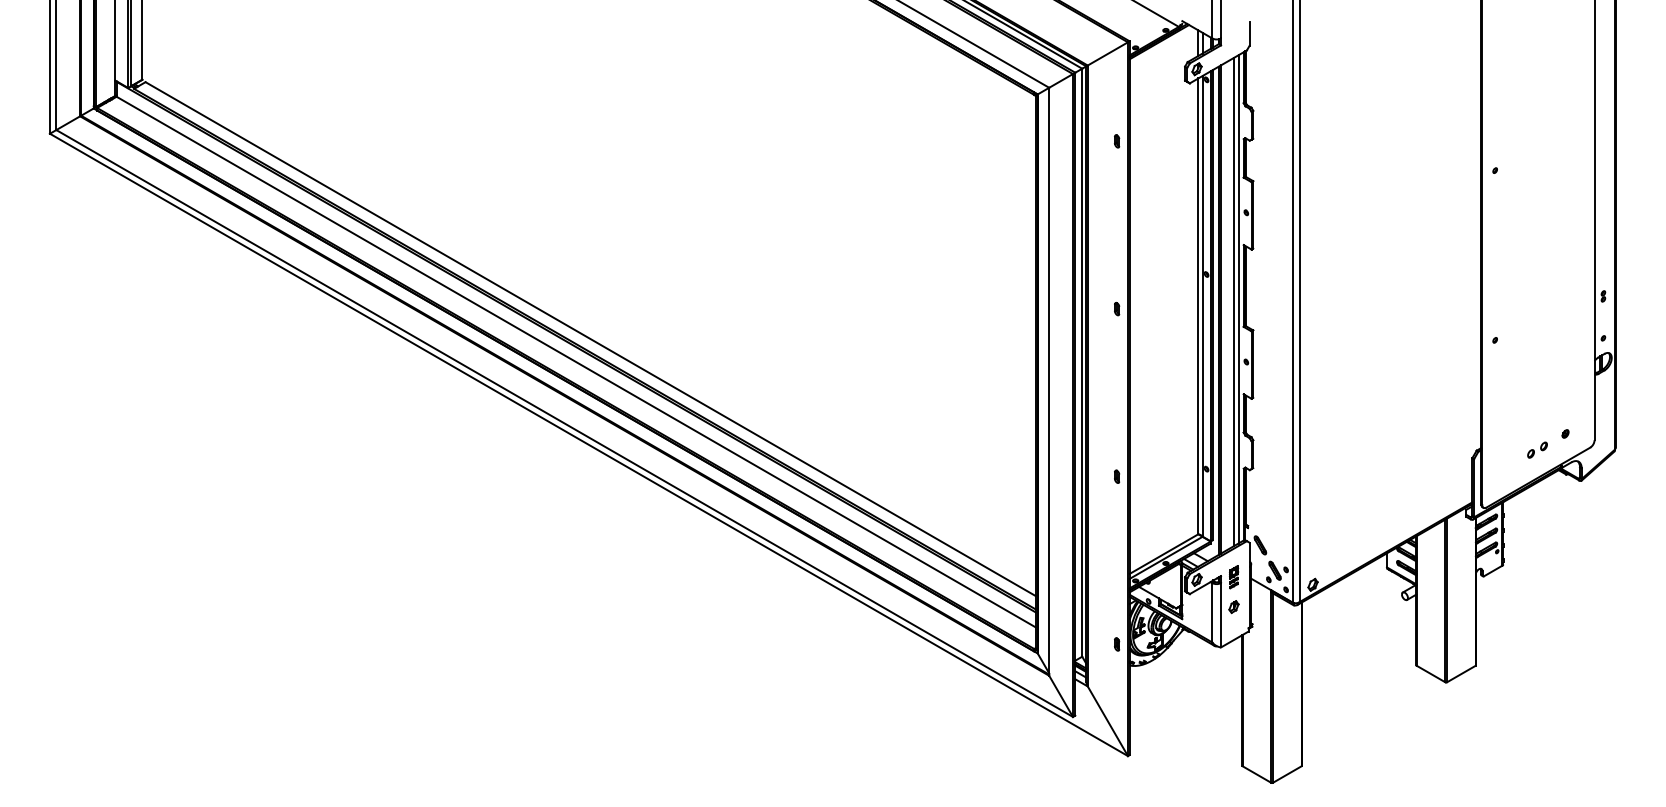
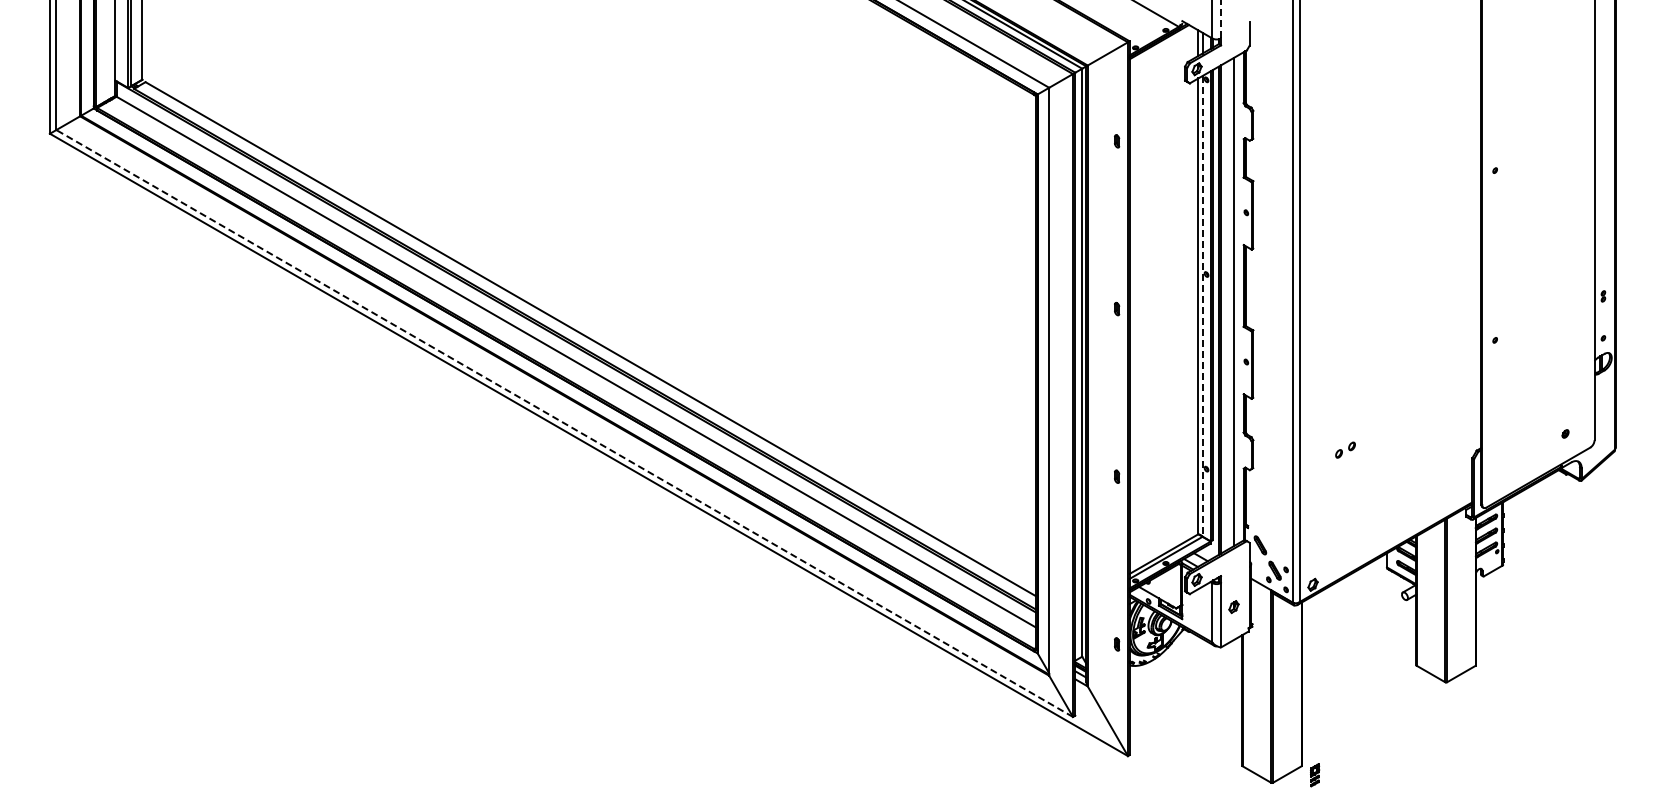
line at (1220, 19): solid -> dashed
line at (1238, 299): present -> none
line at (1202, 306): solid -> dashed
line at (564, 423): solid -> dashed
part at (1537, 449) position: (1537, 449) -> (1345, 449)
part at (1234, 577) position: (1234, 577) -> (1315, 775)
